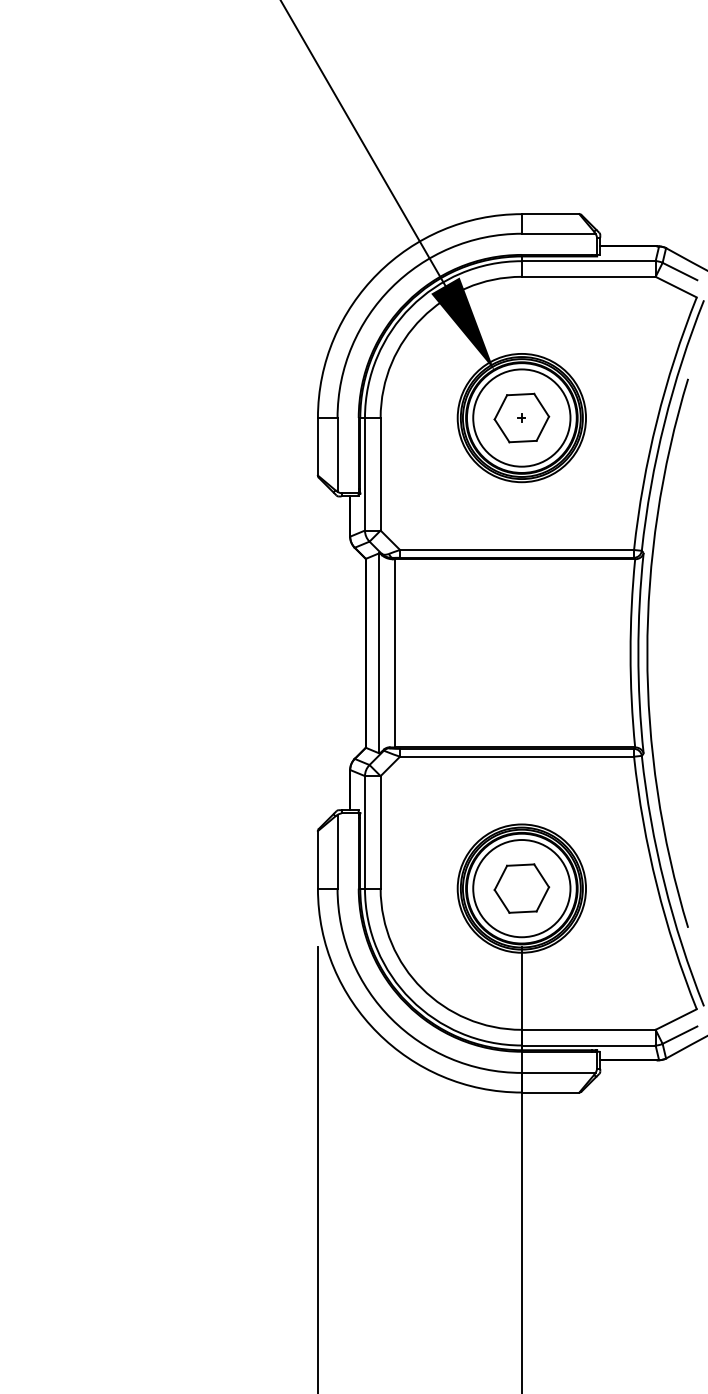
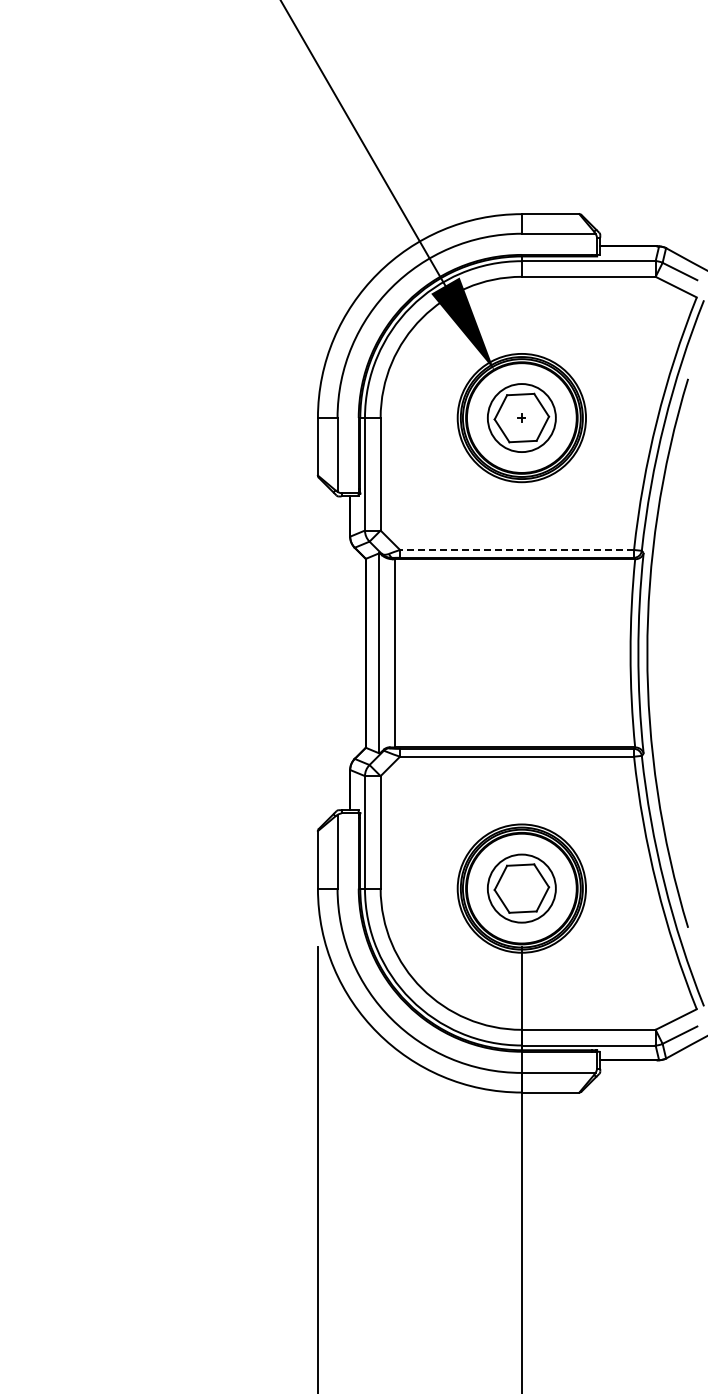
circle at (521, 417) diameter: 97 px -> 68 px
line at (516, 549): solid -> dashed
circle at (521, 888) diameter: 97 px -> 68 px
